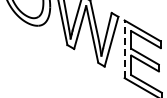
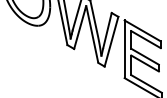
line at (124, 49): dashed -> solid
